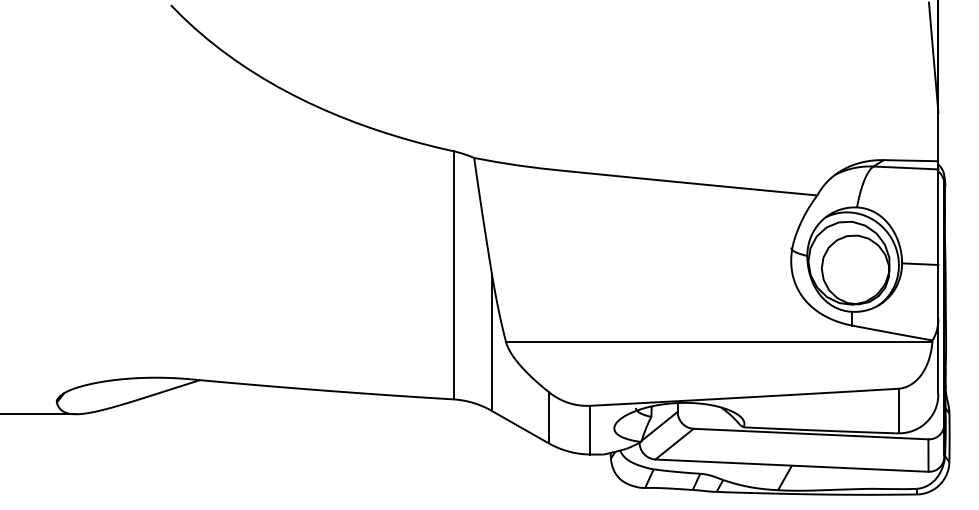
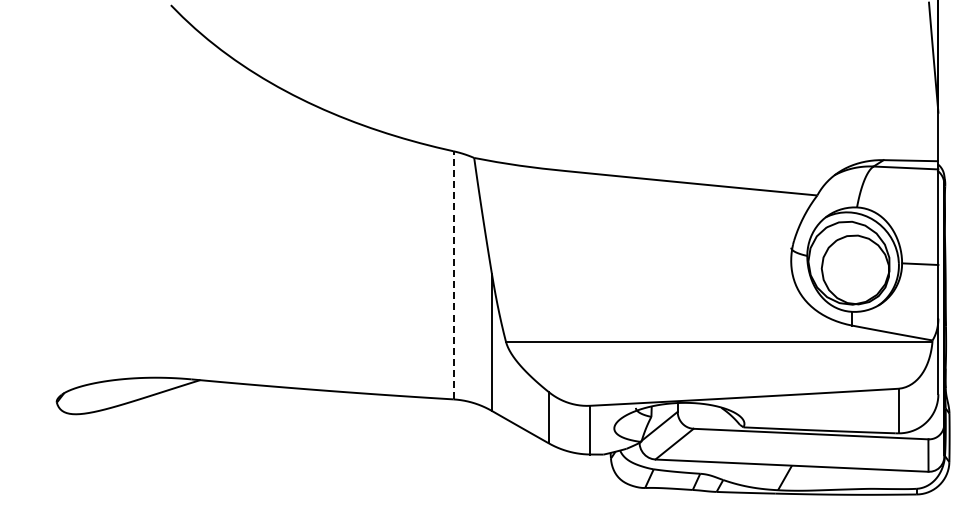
line at (453, 274): solid -> dashed
line at (39, 414): present -> none
